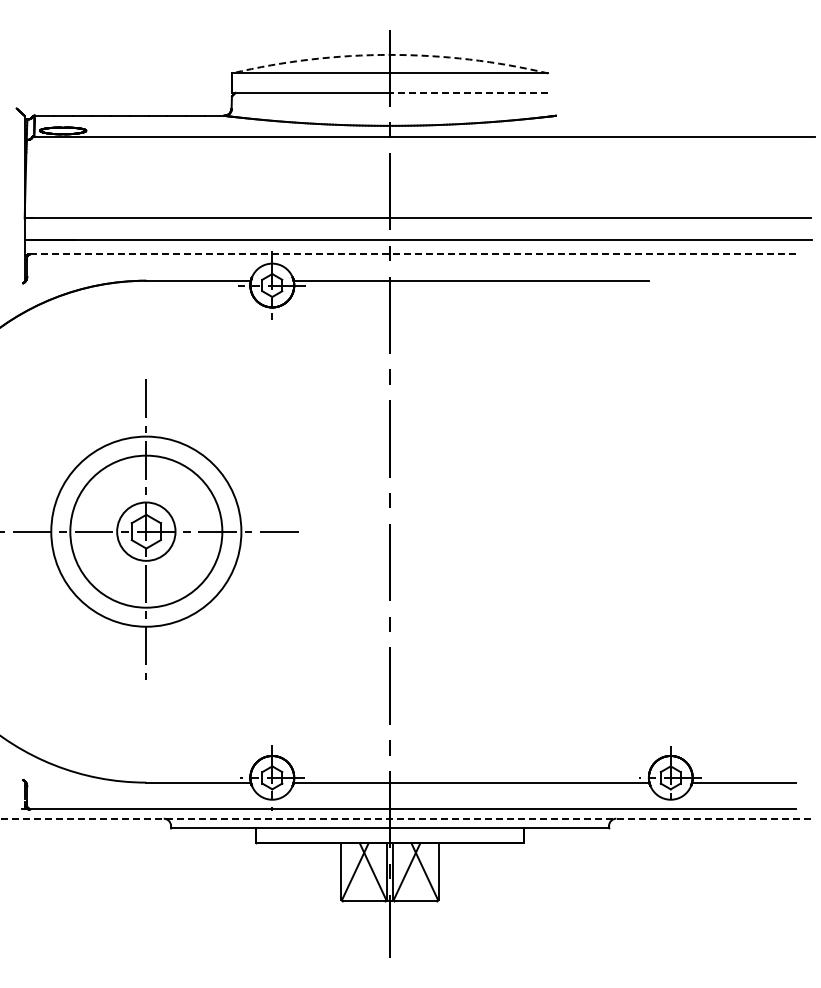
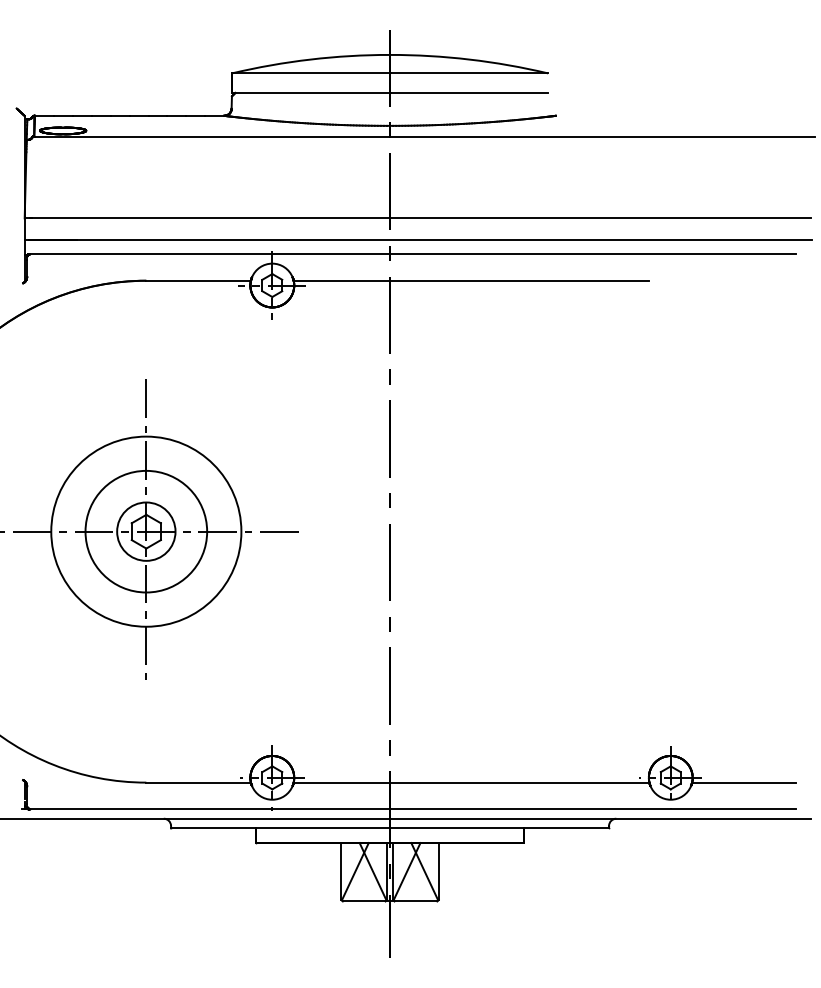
arc at (390, 54): dashed -> solid
line at (469, 92): dashed -> solid
line at (413, 254): dashed -> solid
circle at (146, 531) diameter: 152 px -> 122 px
line at (405, 818): dashed -> solid
